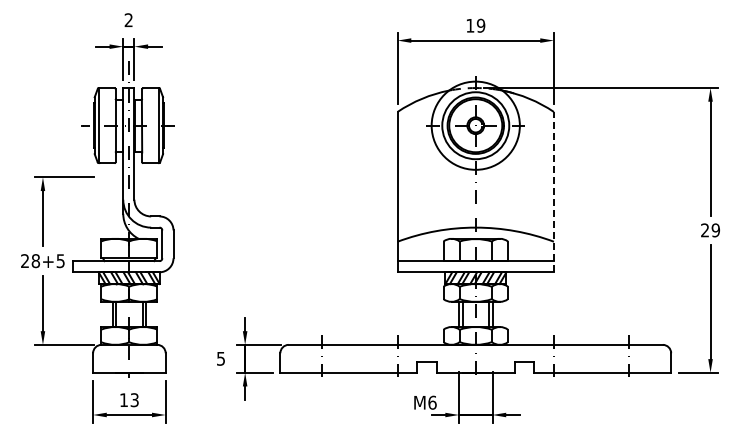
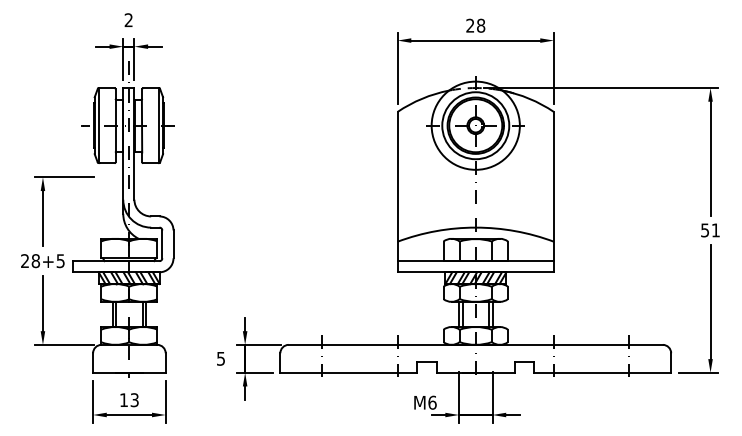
text at (475, 25): 19 -> 28
line at (553, 191): dashed -> solid
text at (710, 230): 29 -> 51
